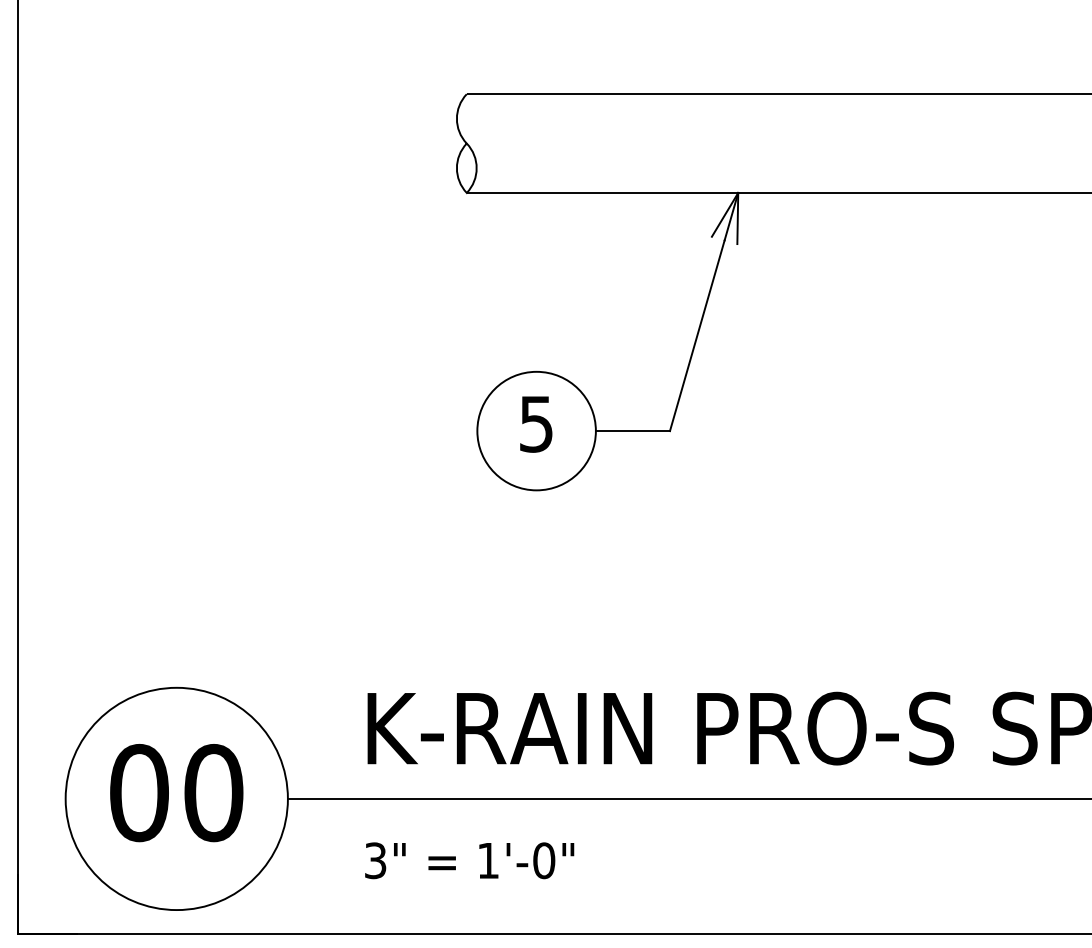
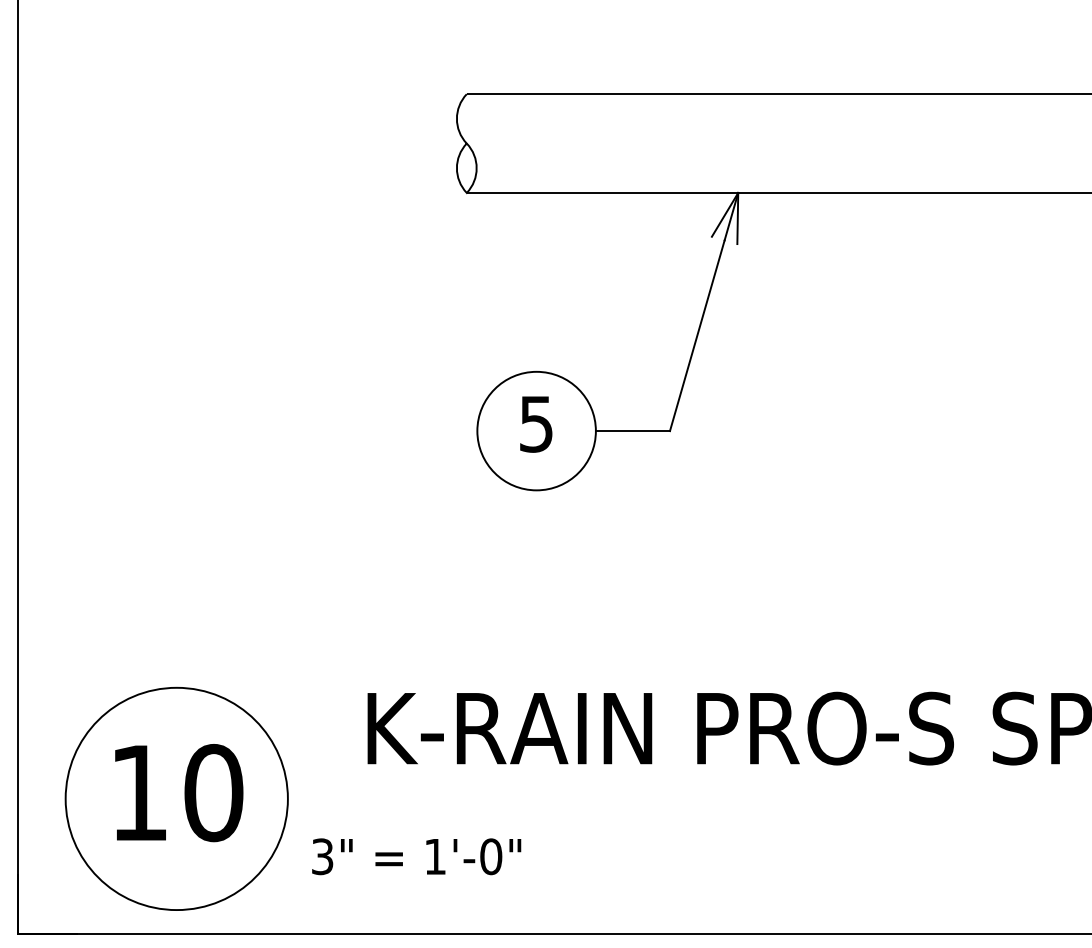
text at (139, 793): 00 -> 10
line at (687, 798): present -> none
text at (469, 860) position: (469, 860) -> (416, 856)
